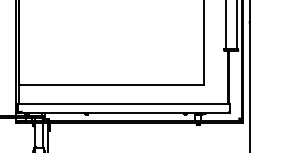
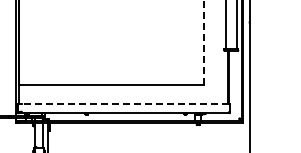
line at (203, 42): solid -> dashed
line at (125, 104): solid -> dashed
